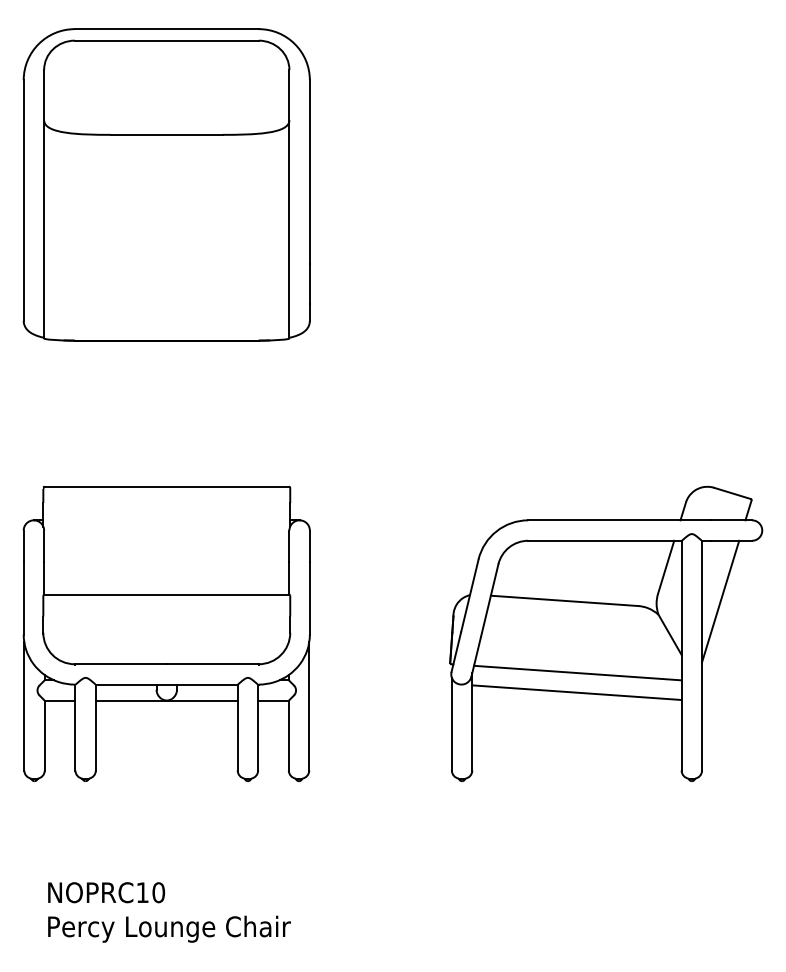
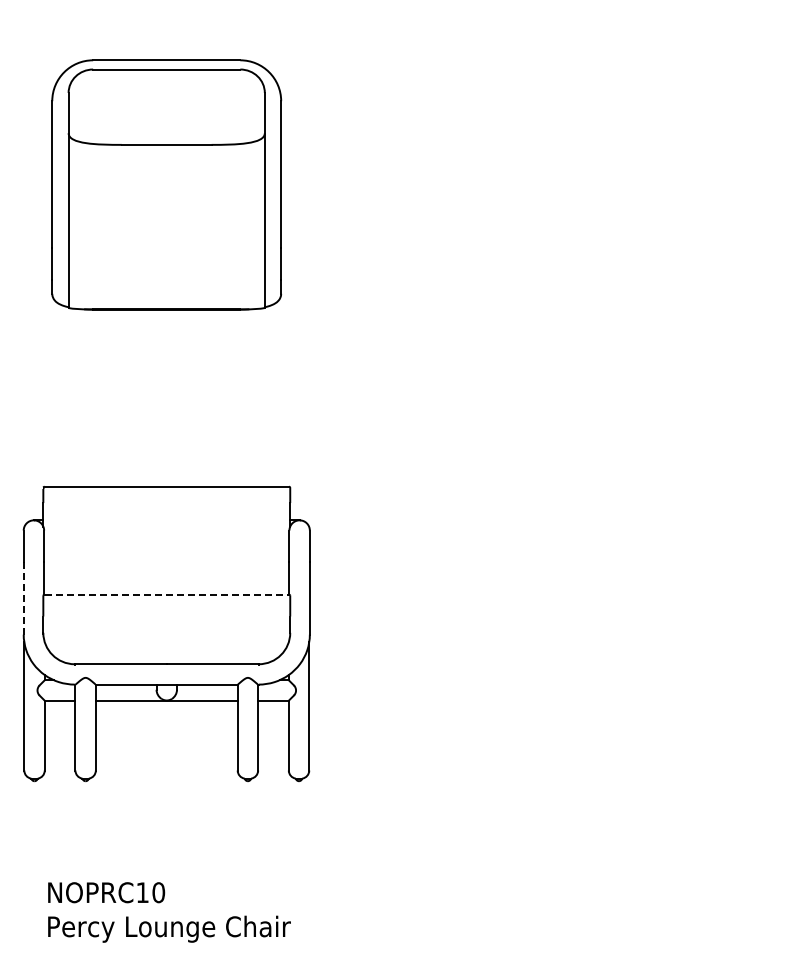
part at (166, 184) size: 289x314 px -> 232x252 px
line at (167, 594): solid -> dashed
line at (23, 598): solid -> dashed
part at (606, 633): present -> none
